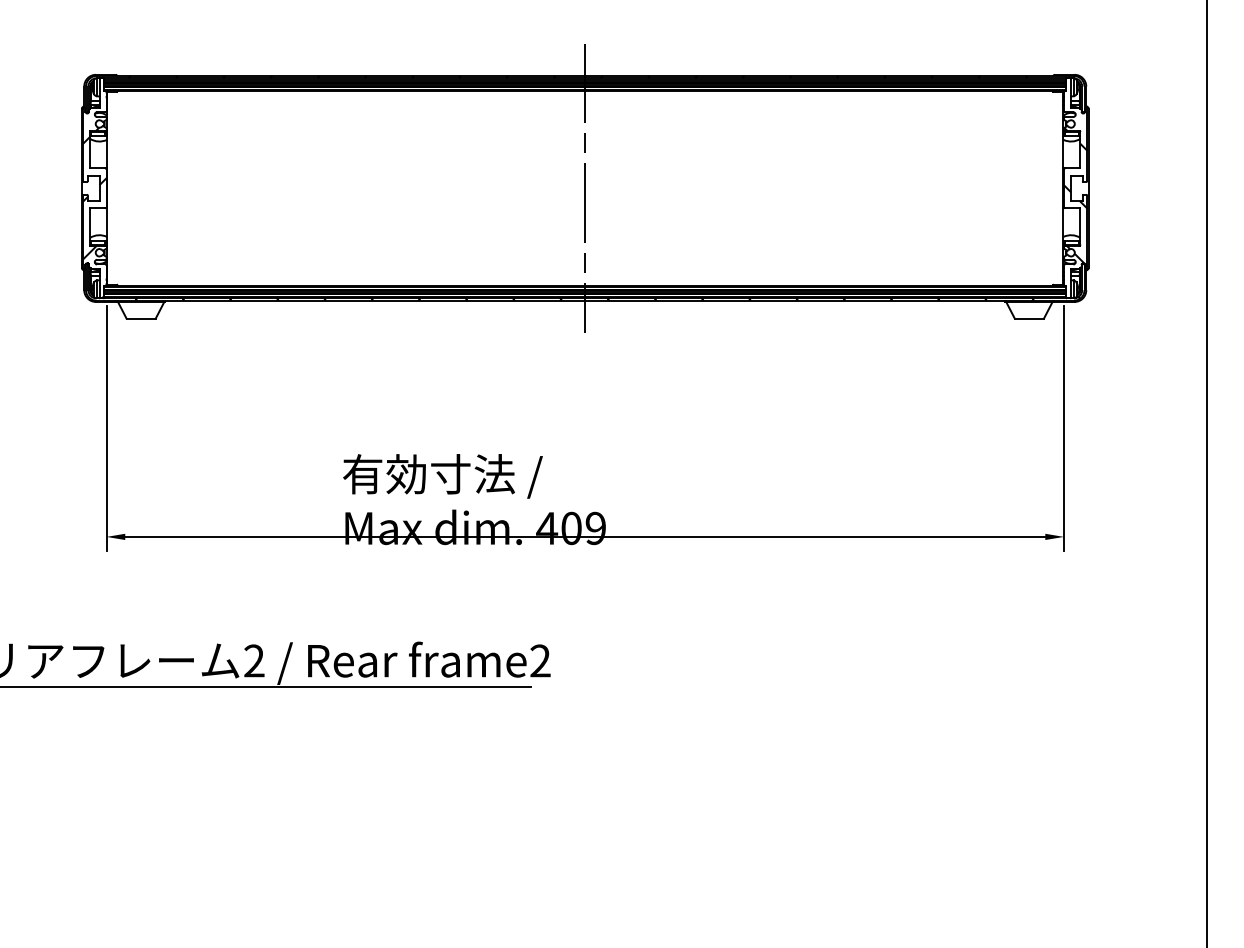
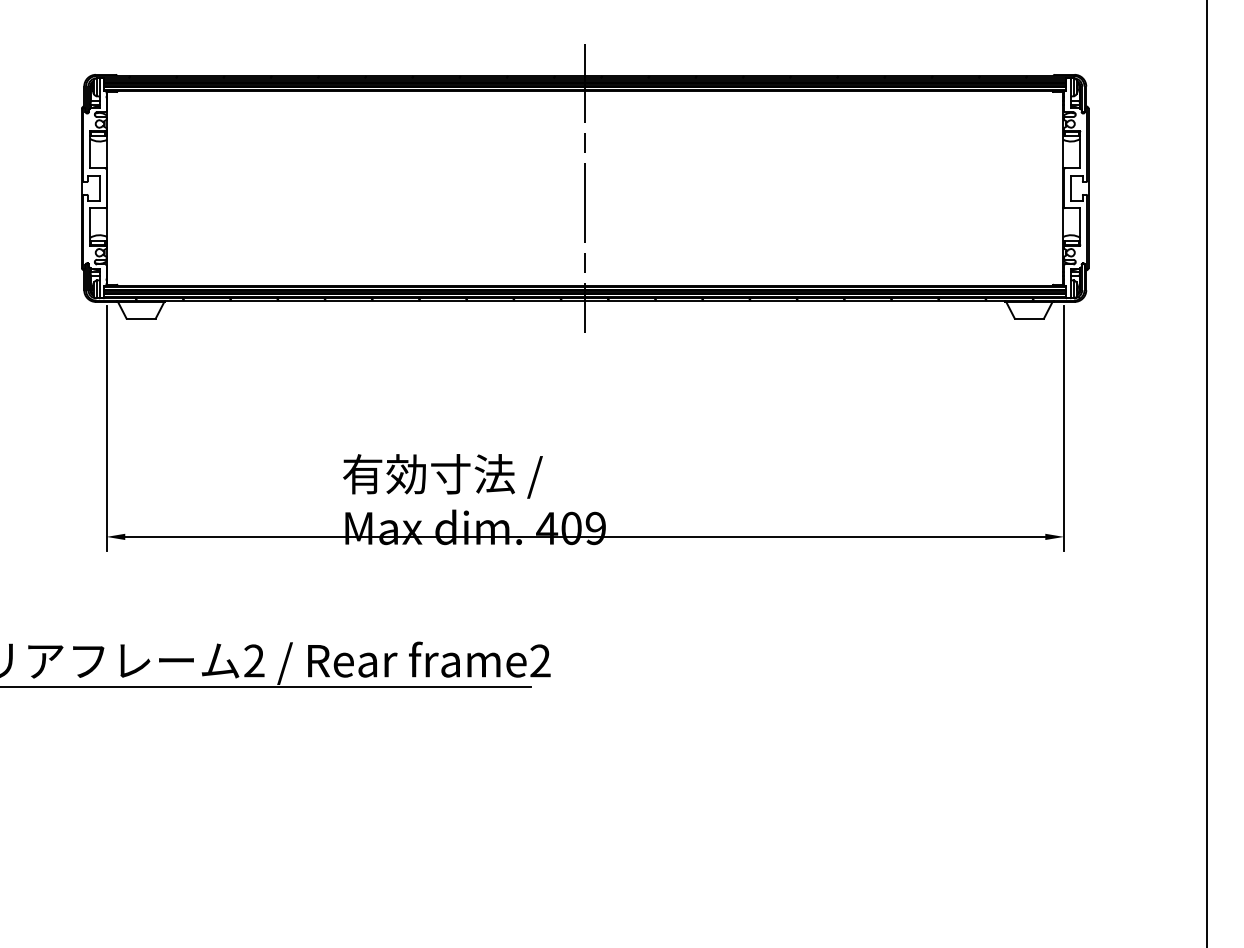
hatch at (1075, 196): present -> none
hatch at (94, 211): present -> none
